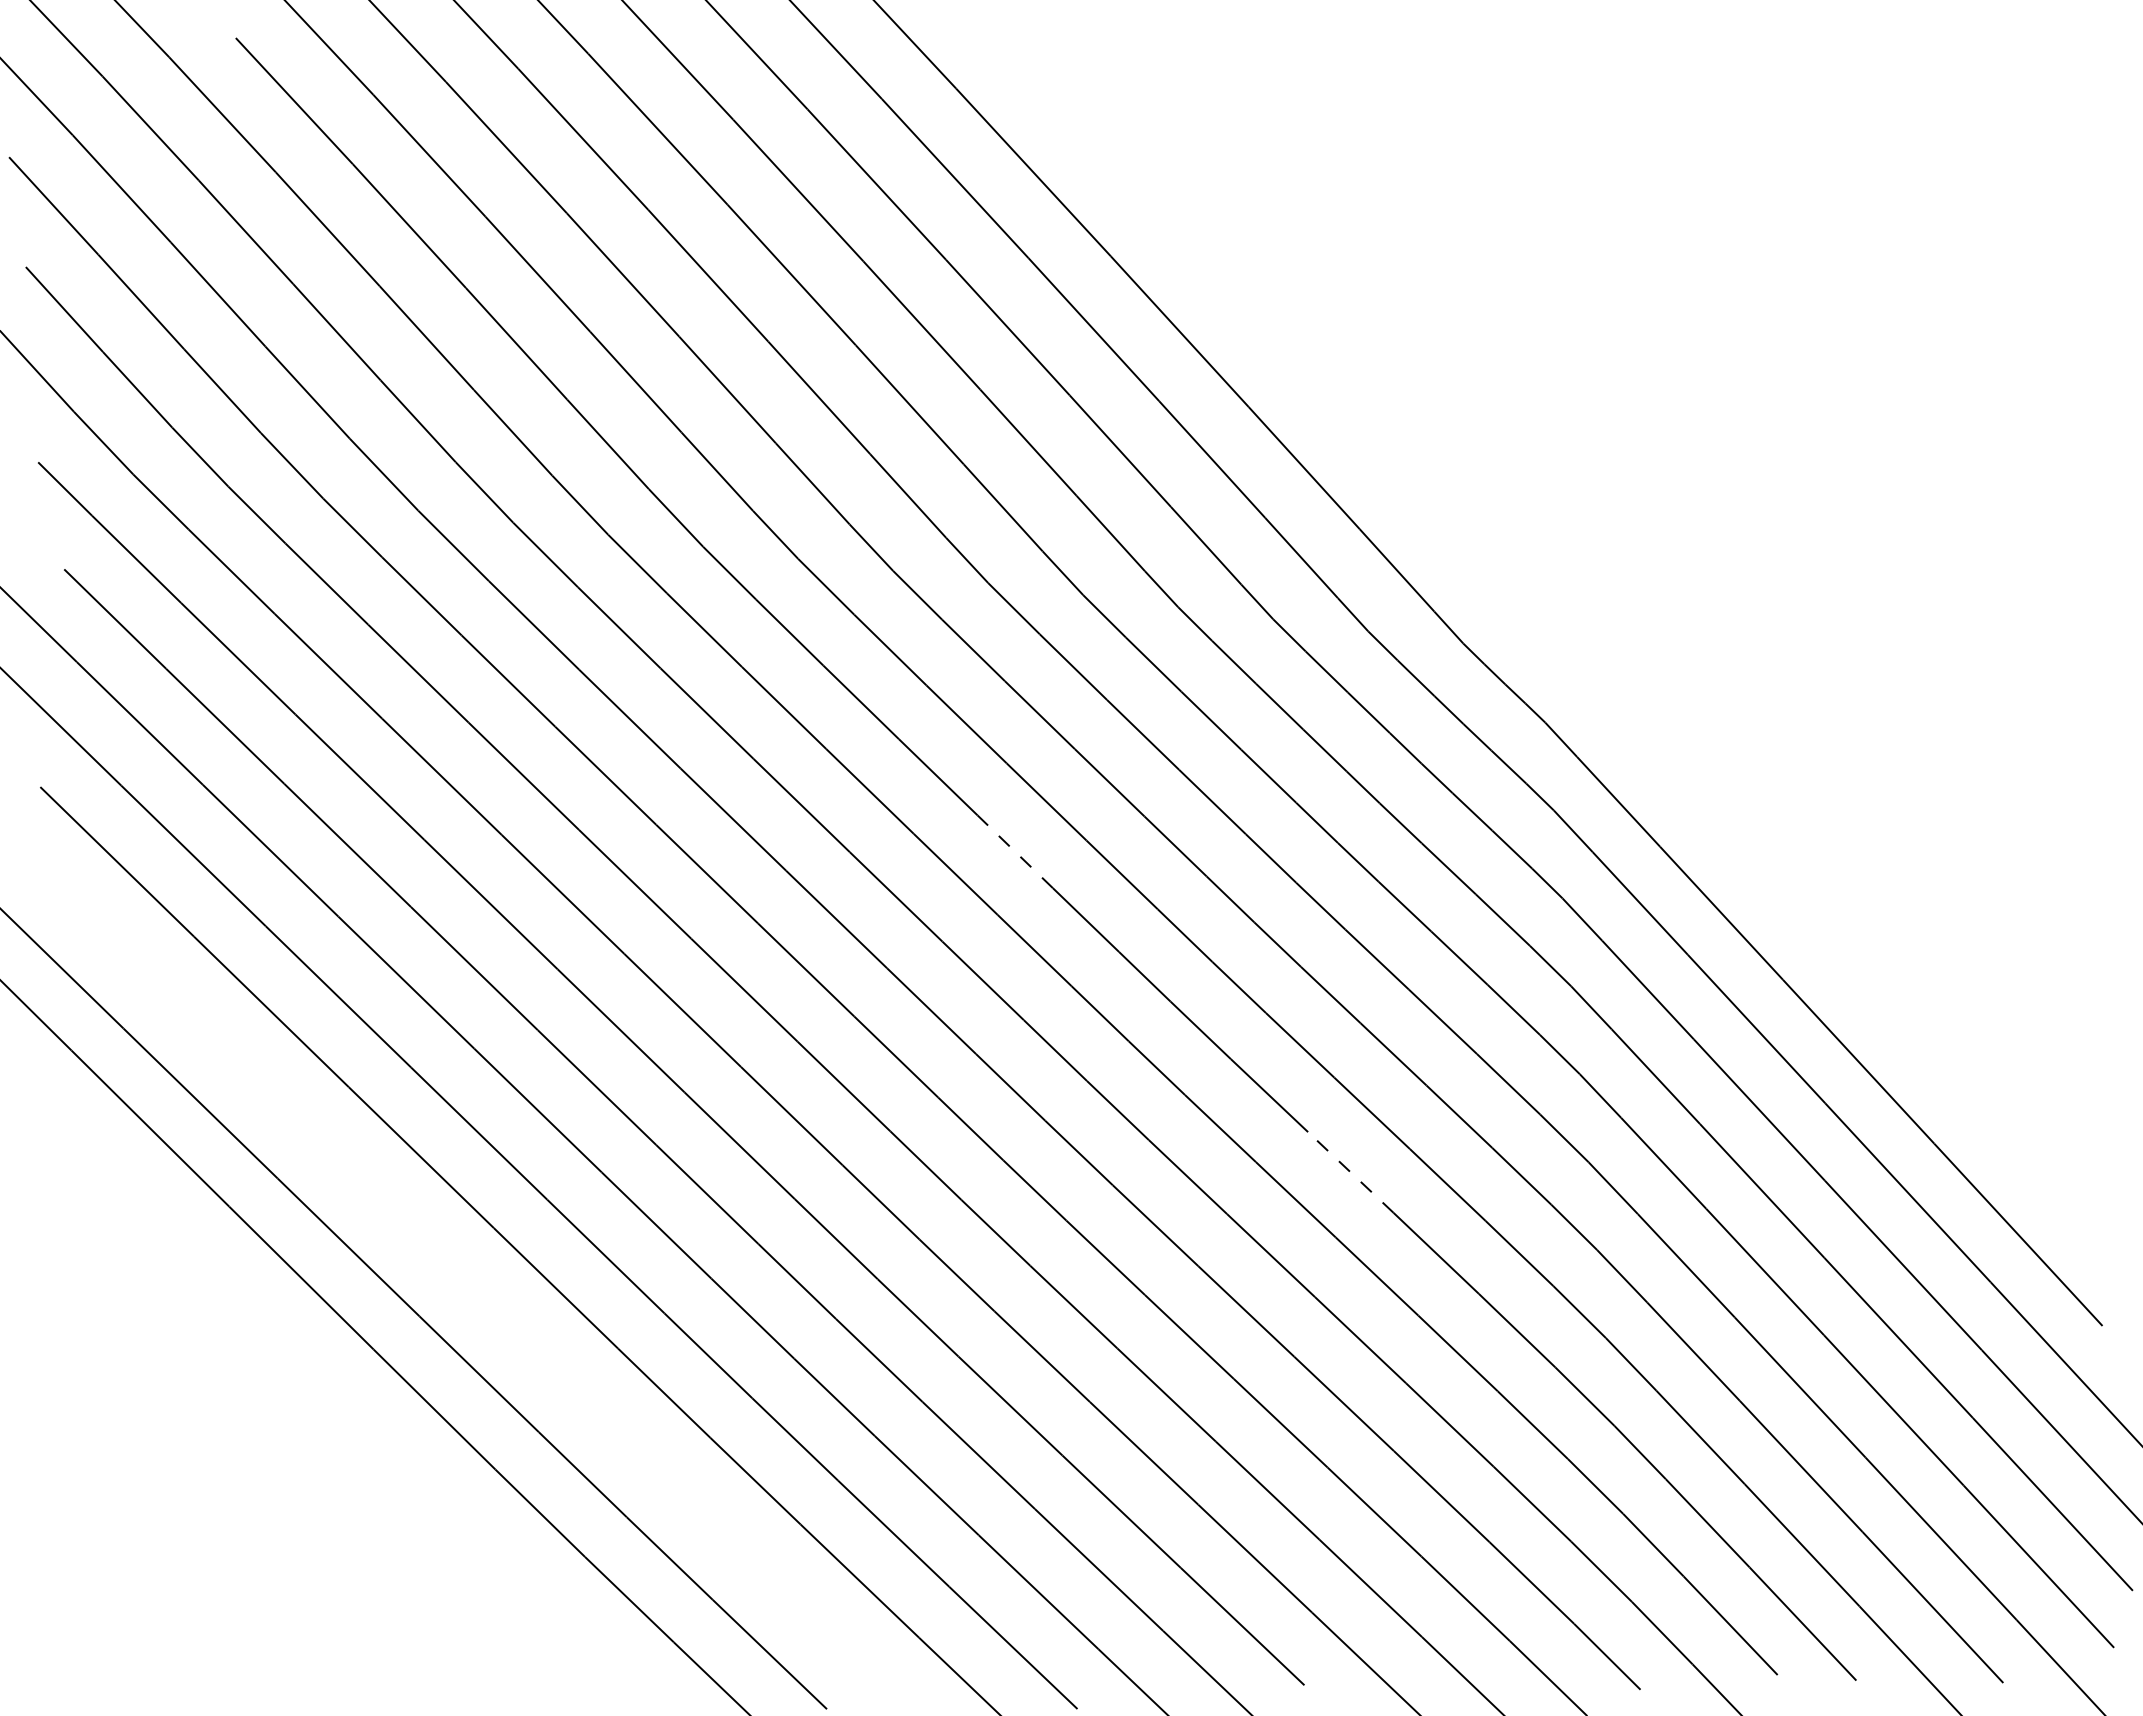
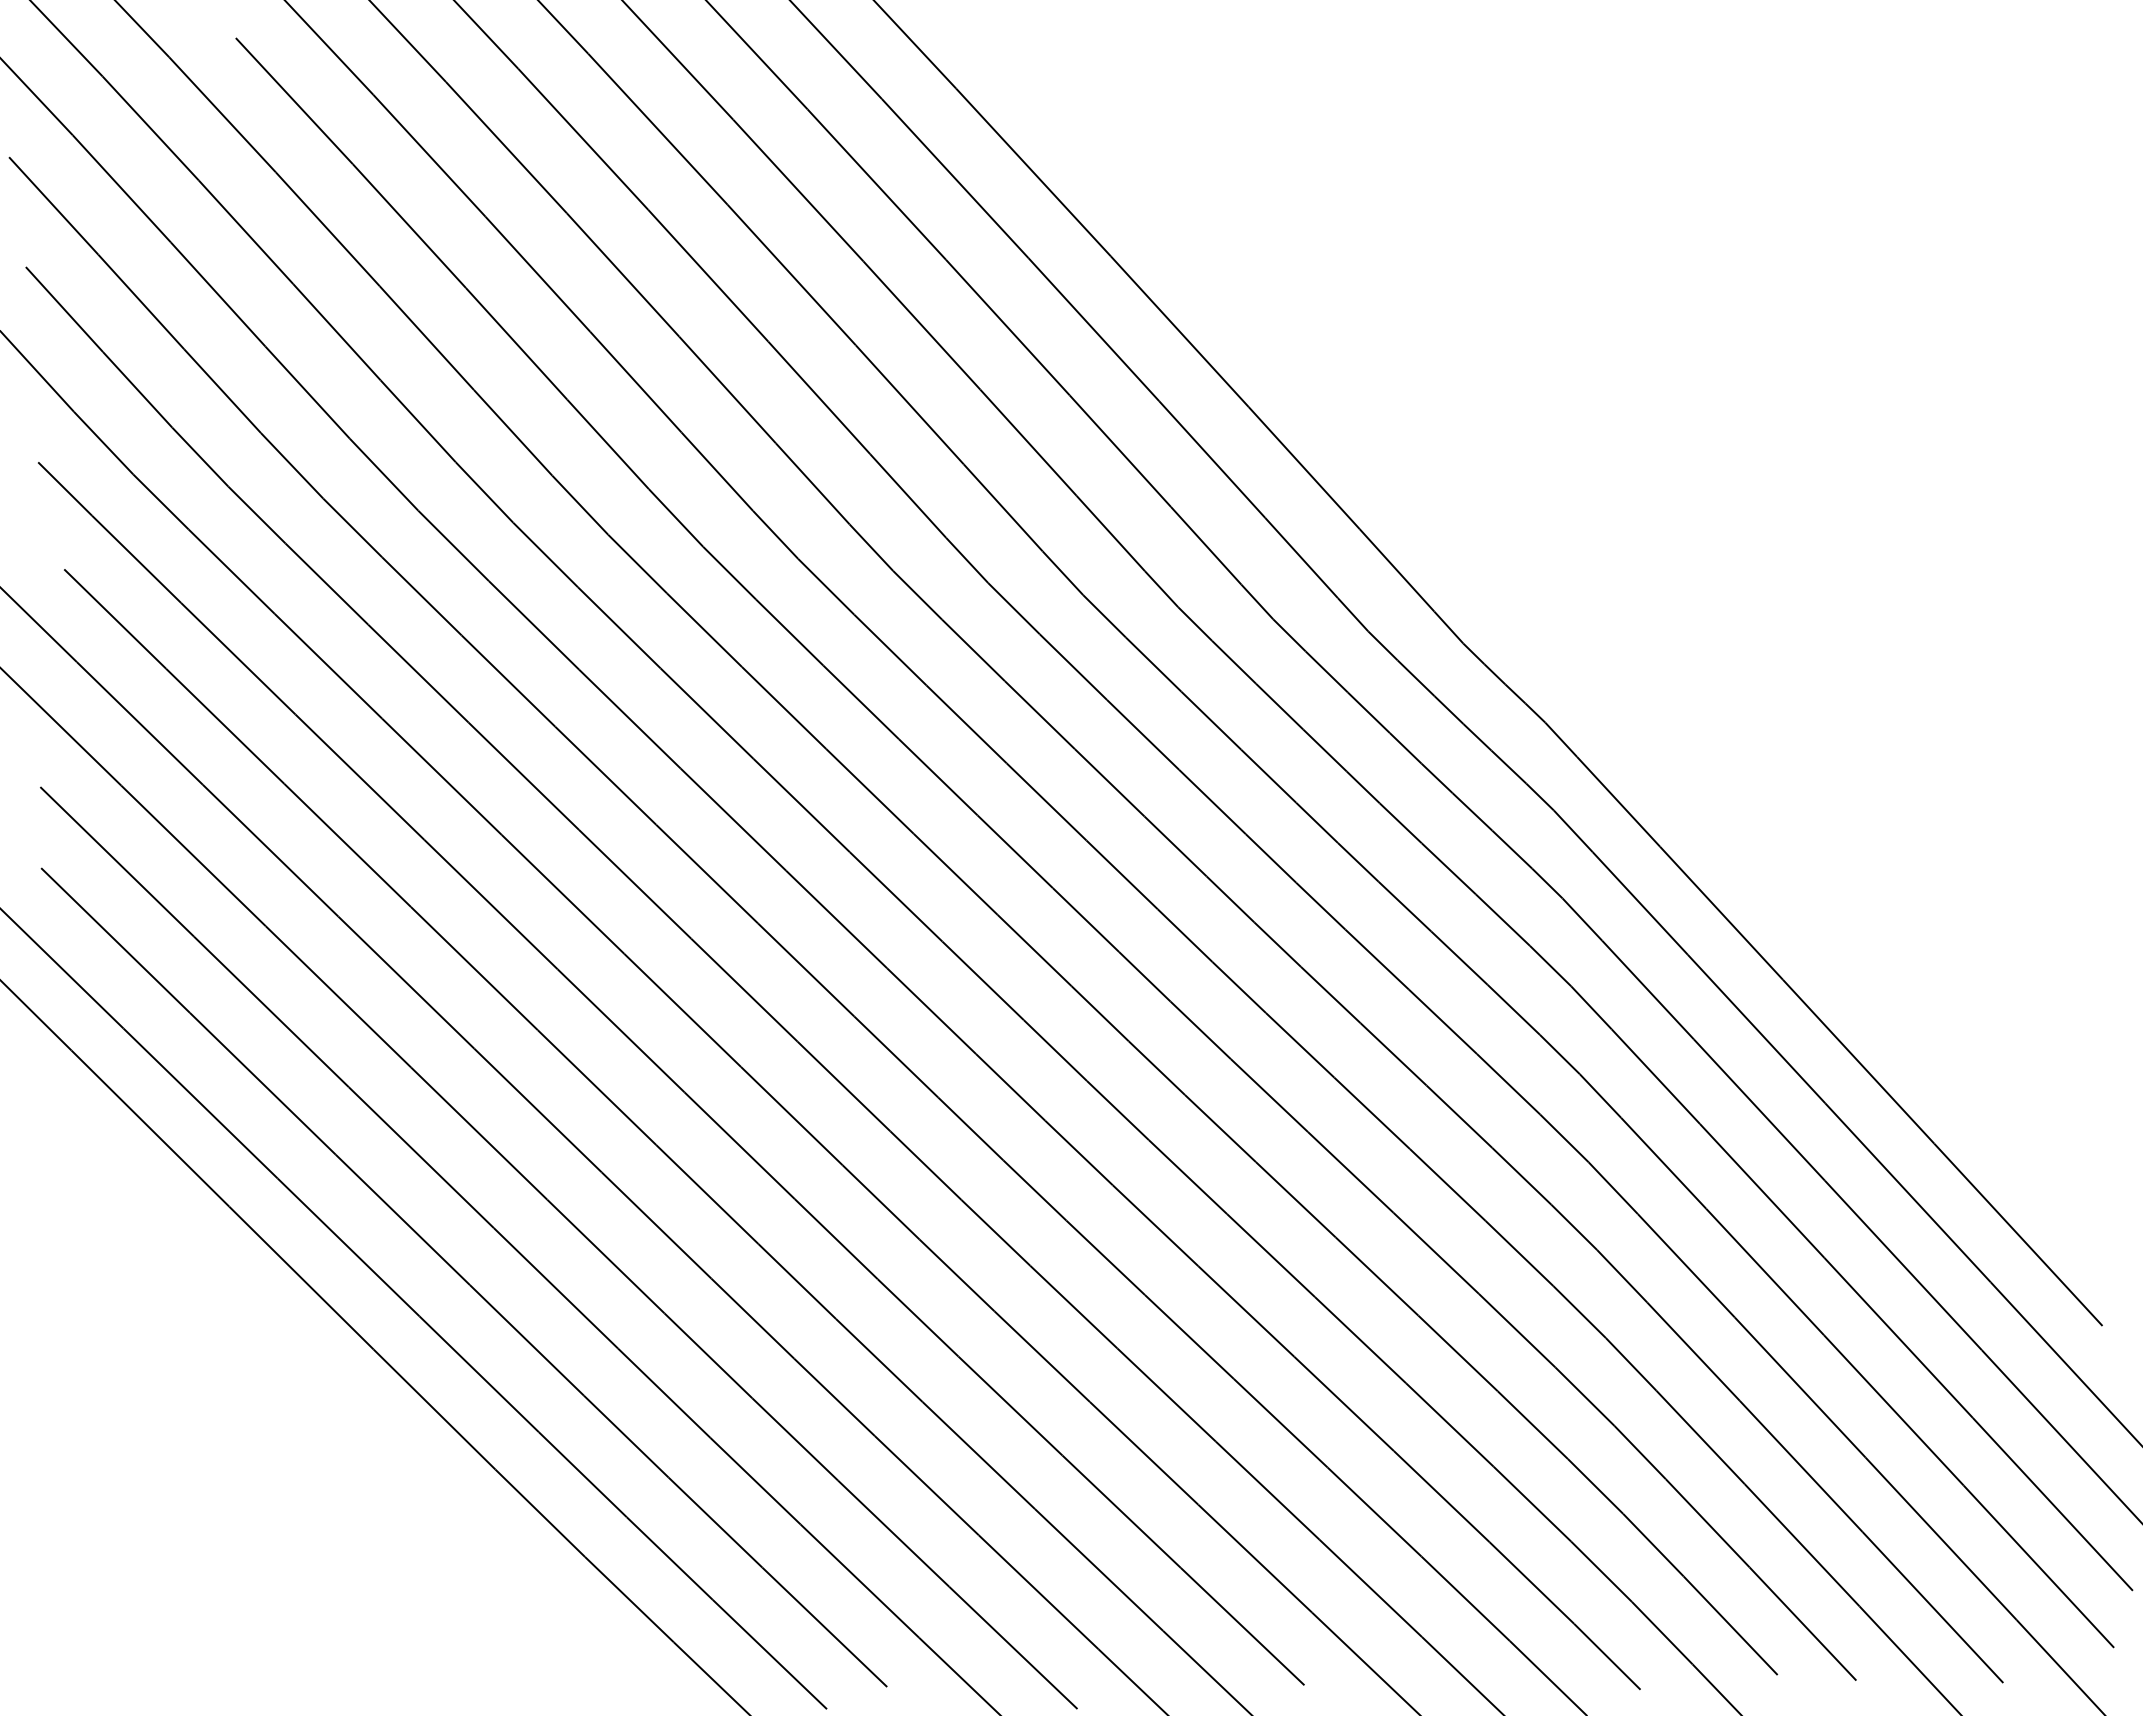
line at (1014, 851): dashed -> solid
line at (1350, 1172): dashed -> solid
part at (463, 1277): none -> present
